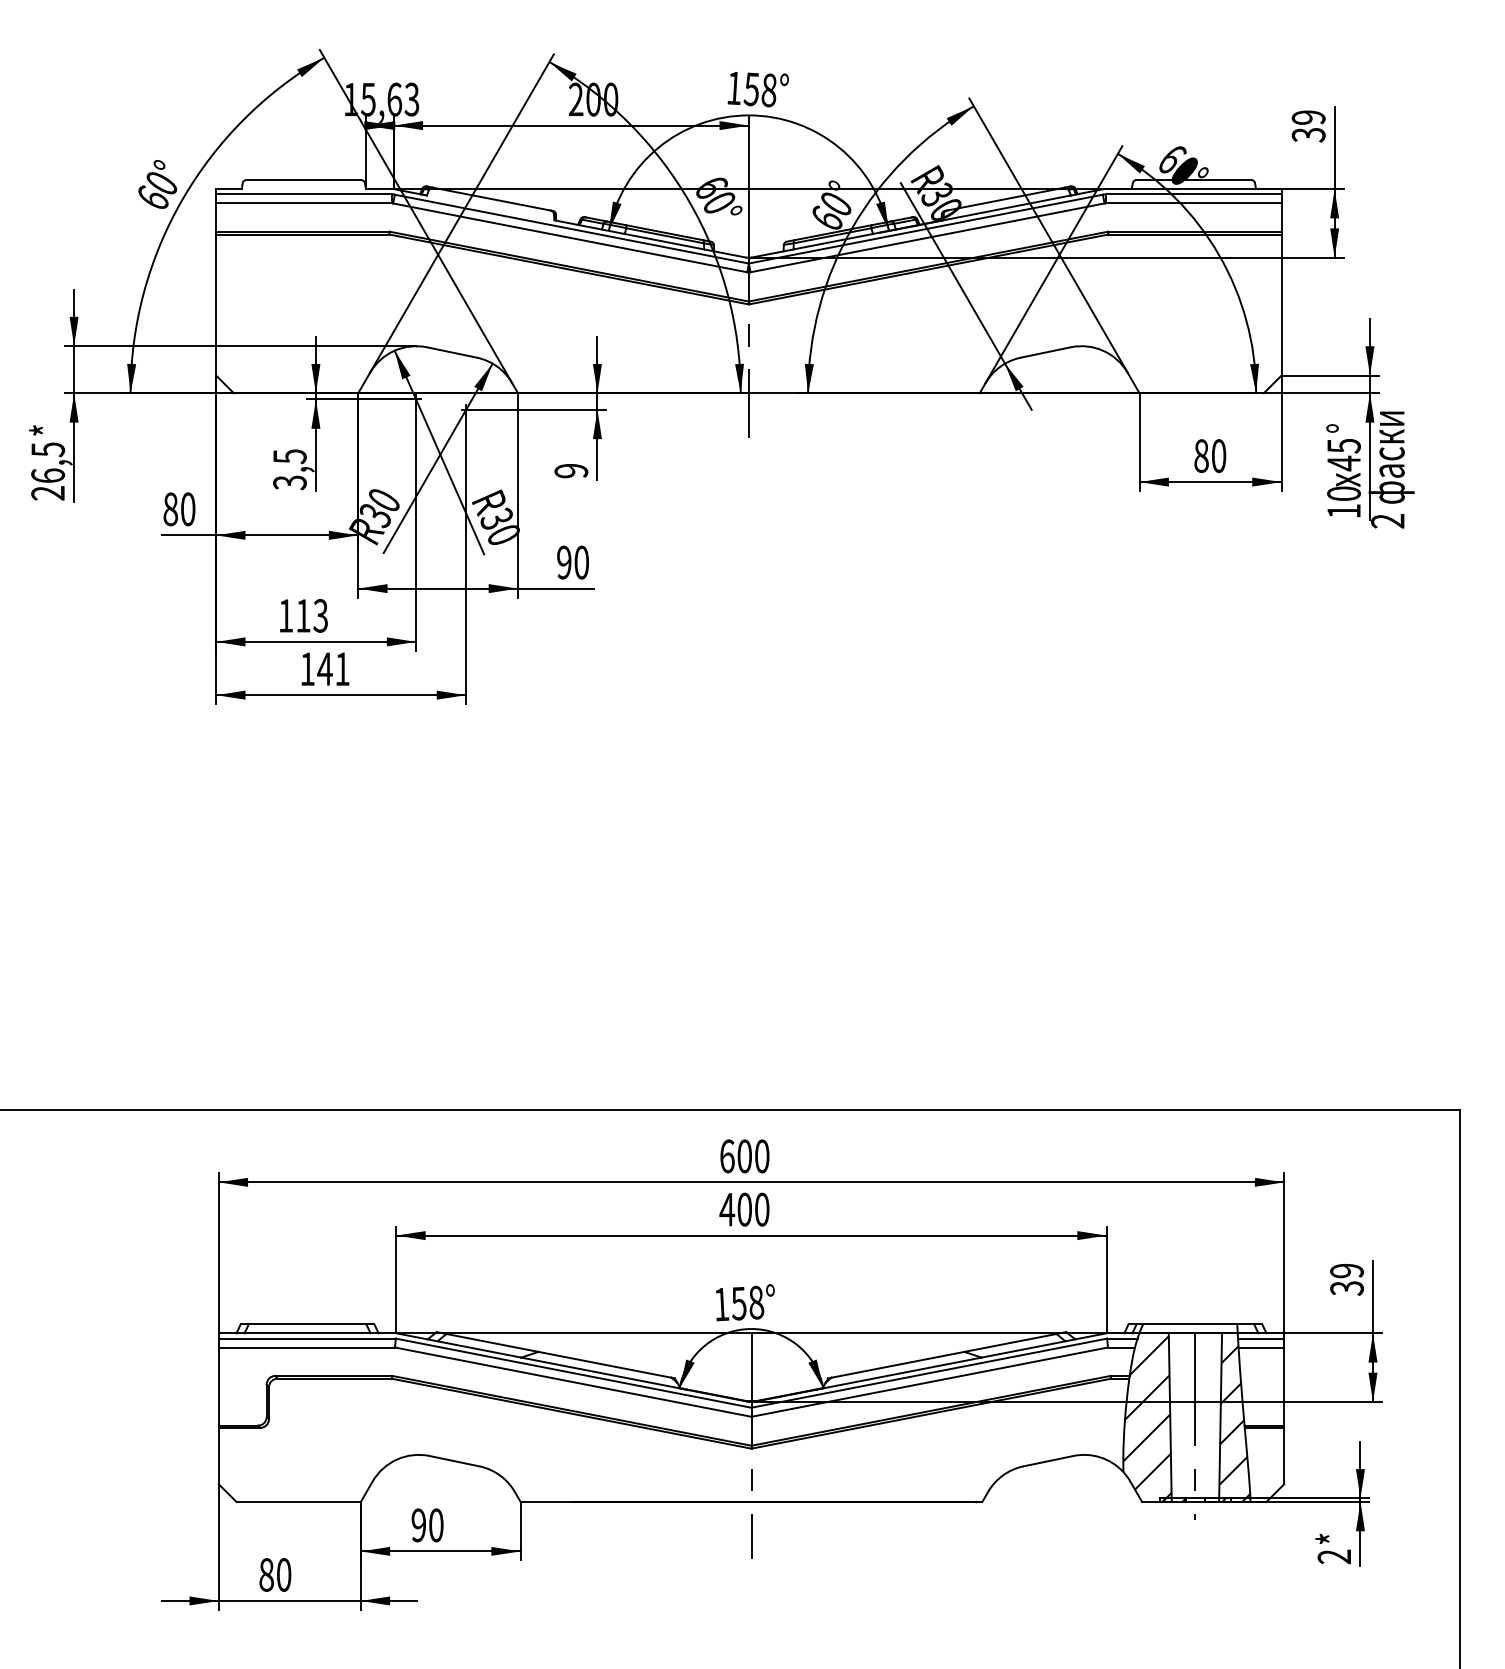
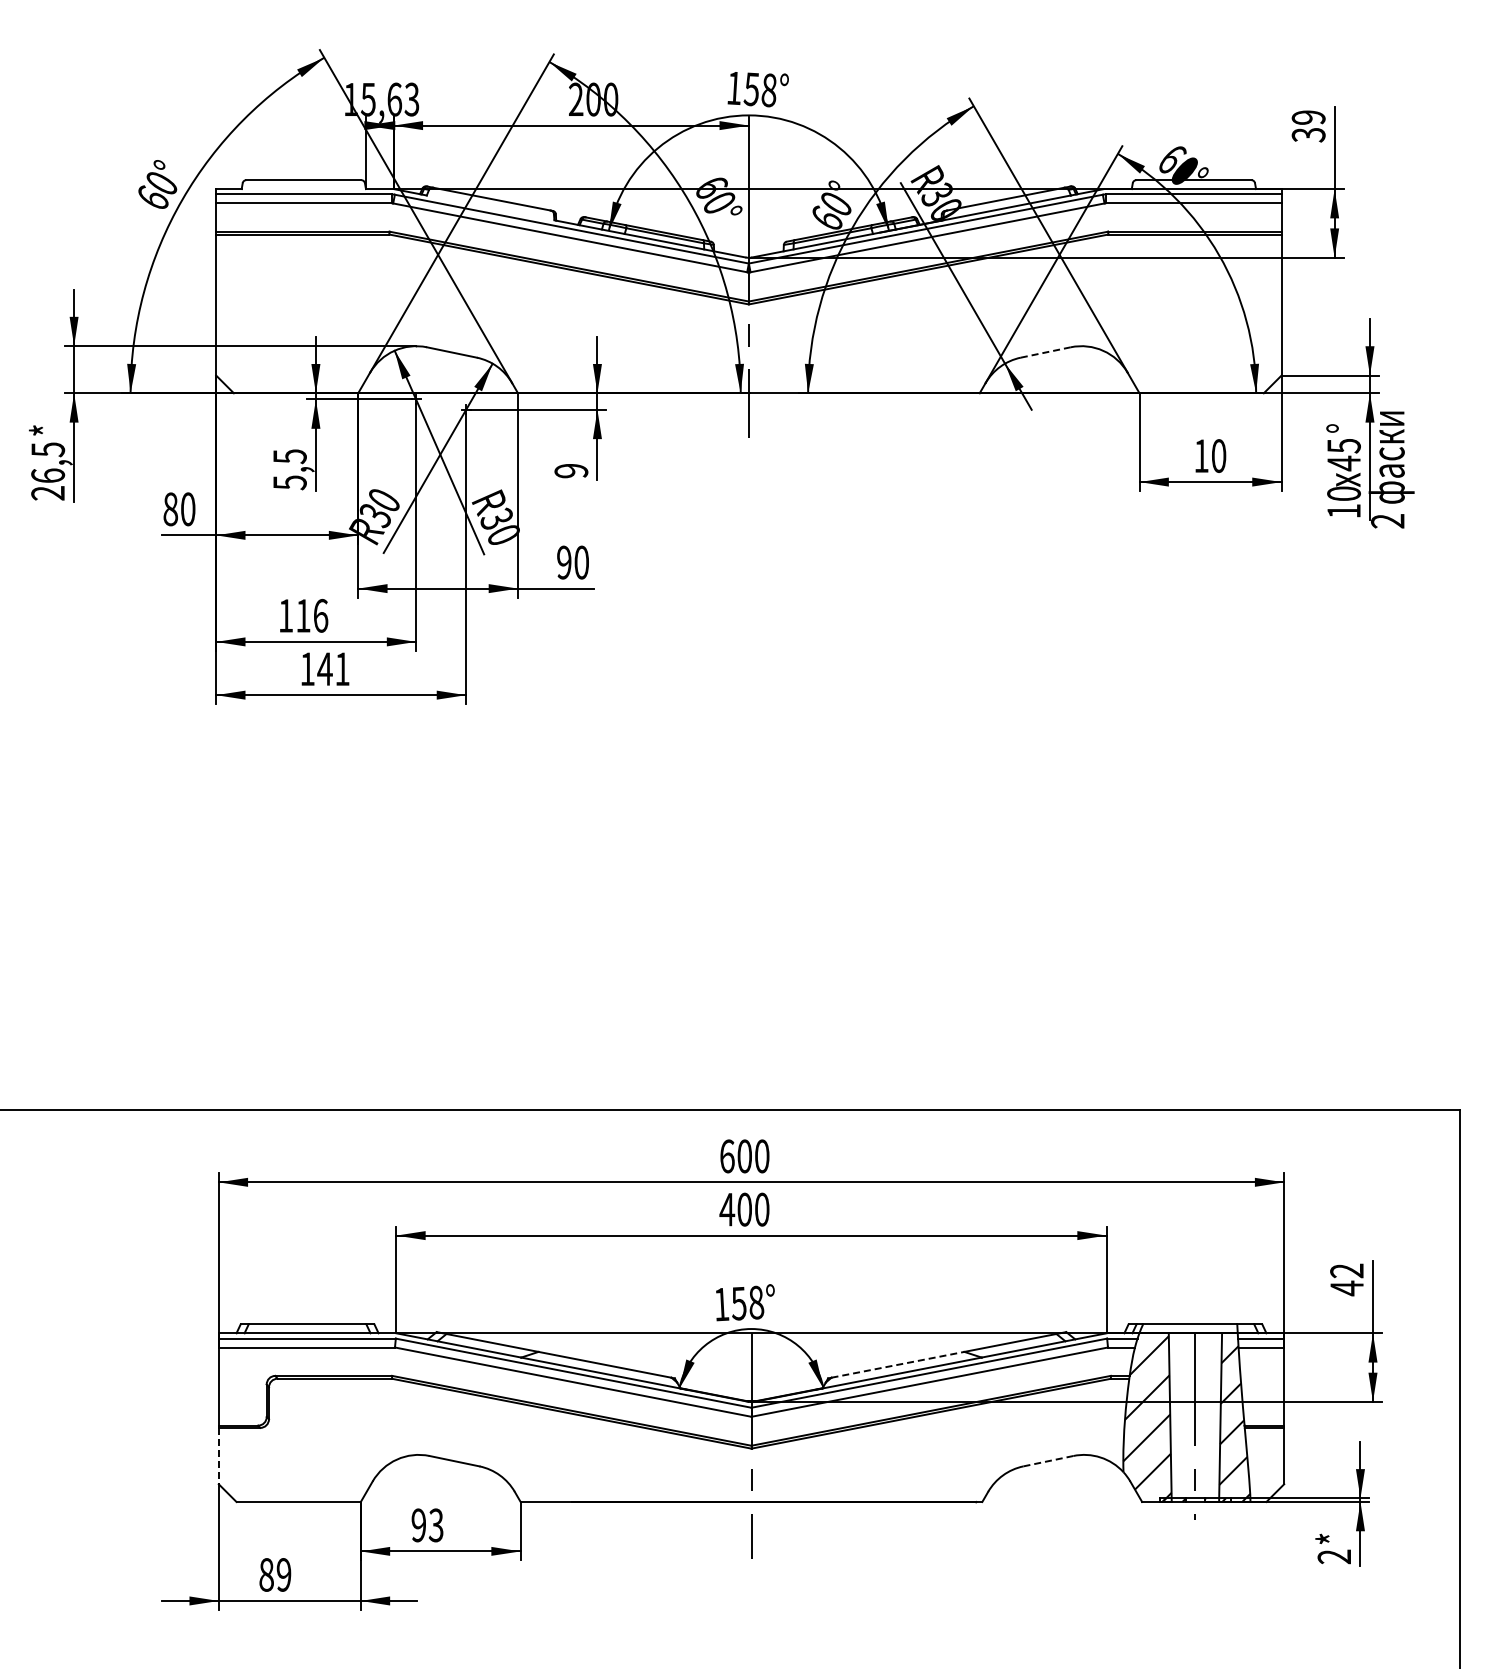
line at (1046, 352): solid -> dashed
text at (1201, 455): 80 -> 10
text at (289, 482): 3,5 -> 5,5
text at (320, 615): 113 -> 116
text at (1347, 1279): 39 -> 42
line at (897, 1364): solid -> dashed
line at (218, 1456): solid -> dashed
line at (1048, 1461): solid -> dashed
text at (435, 1525): 90 -> 93
text at (283, 1574): 80 -> 89
